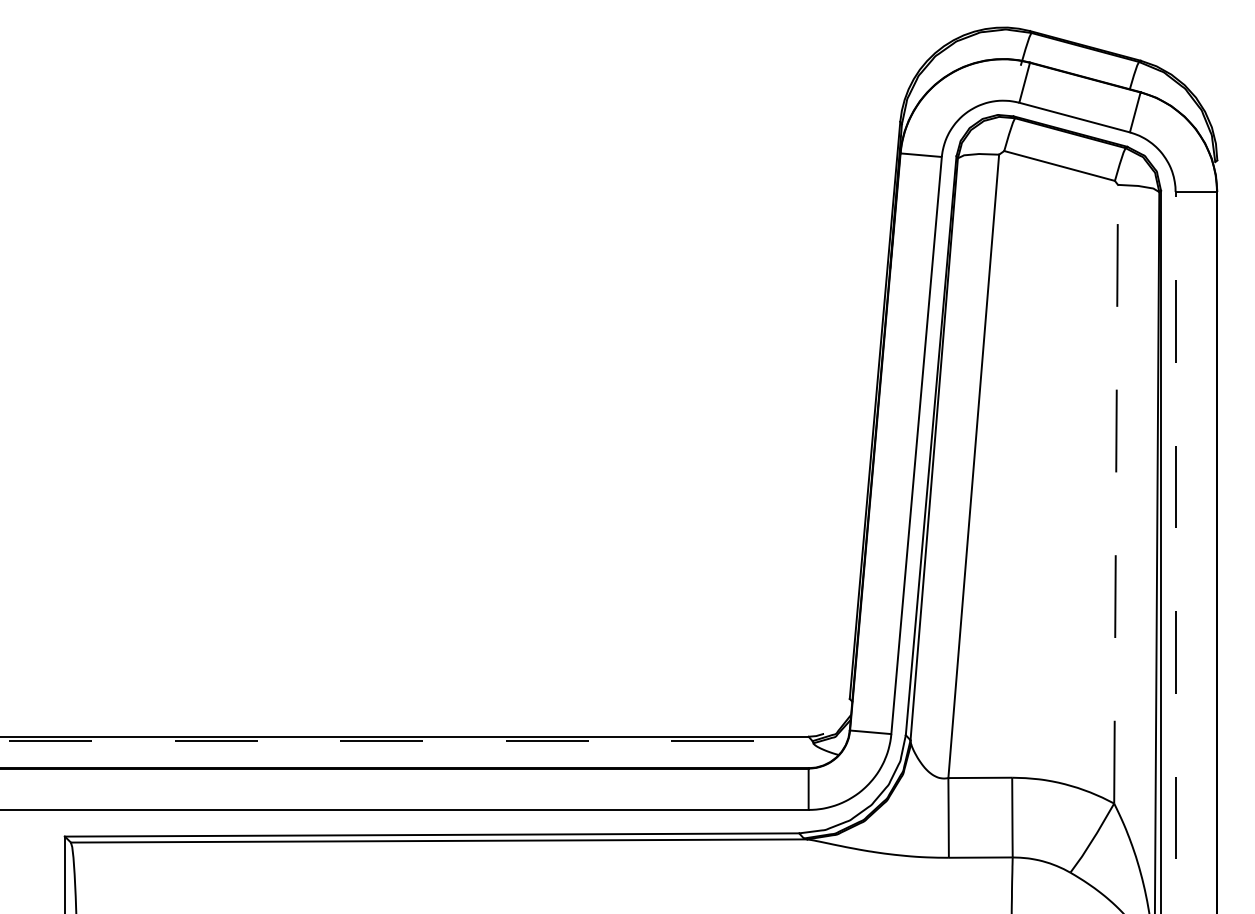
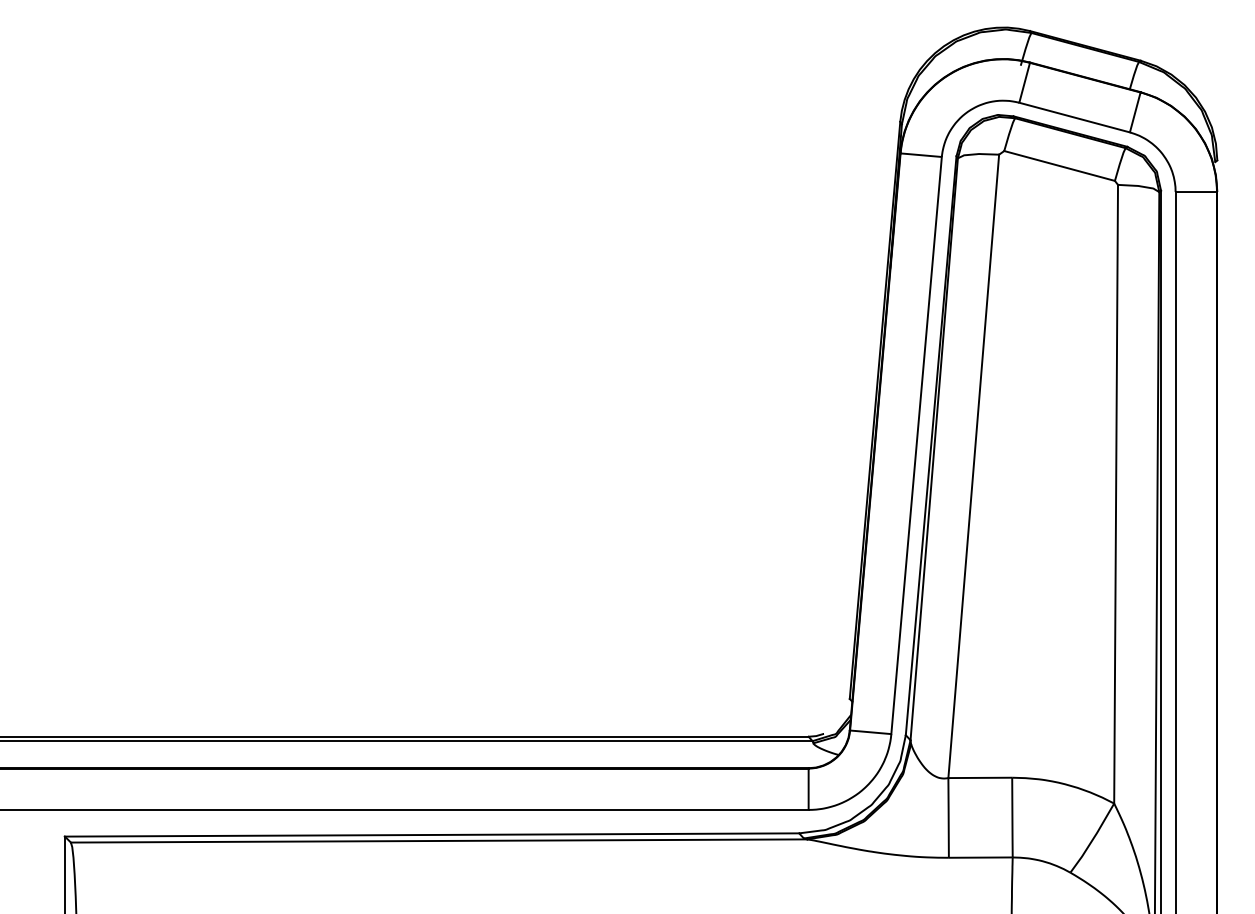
line at (1116, 493): dashed -> solid
line at (1175, 552): dashed -> solid
line at (406, 741): dashed -> solid
